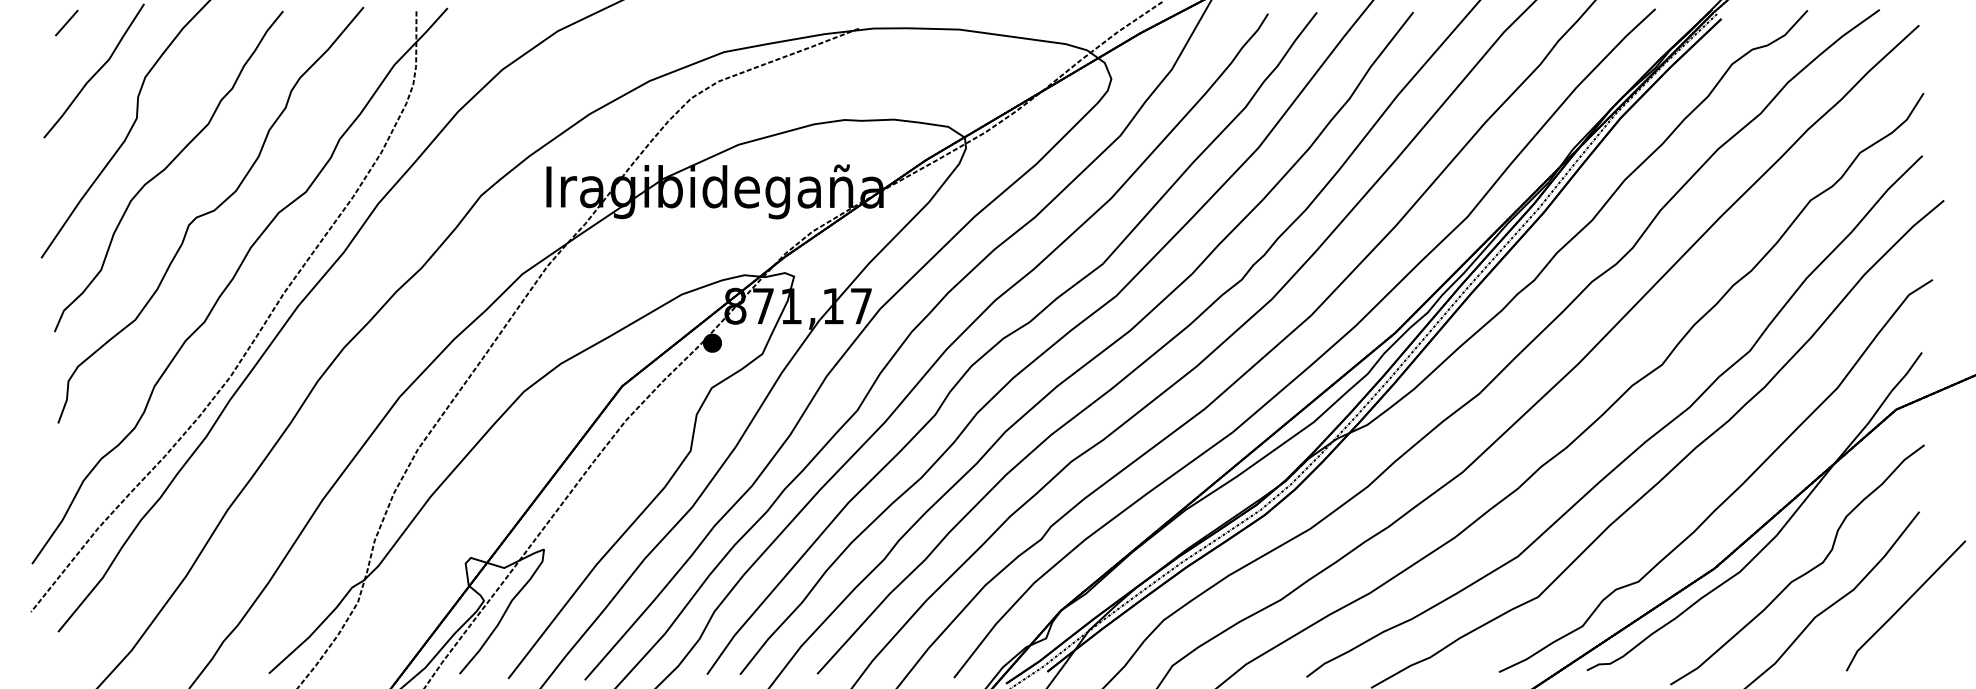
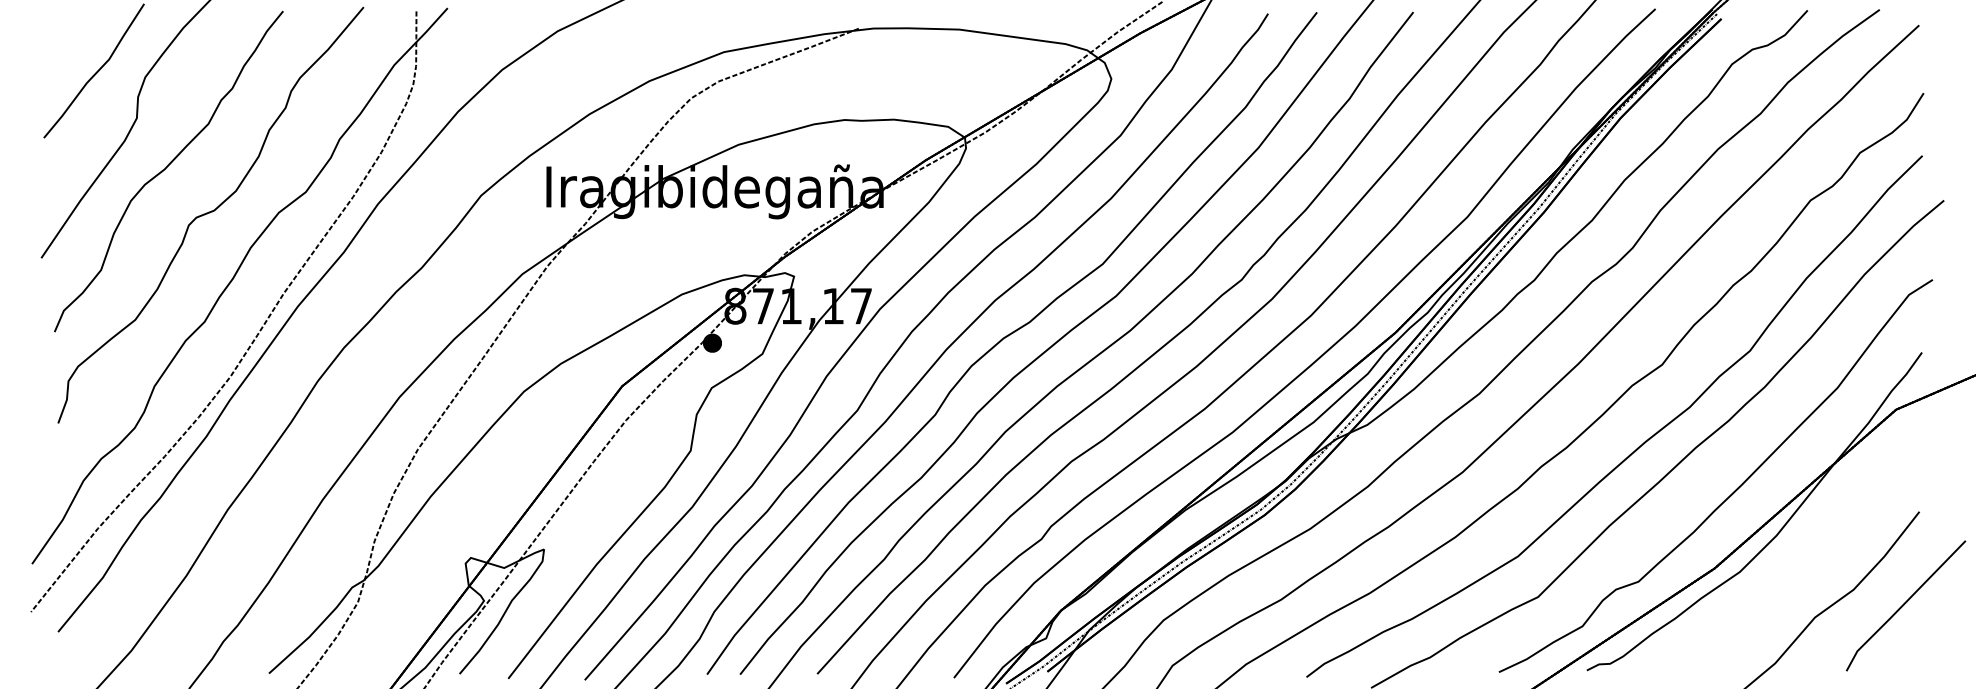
line at (66, 22): present -> none
part at (1802, 574): present -> none
